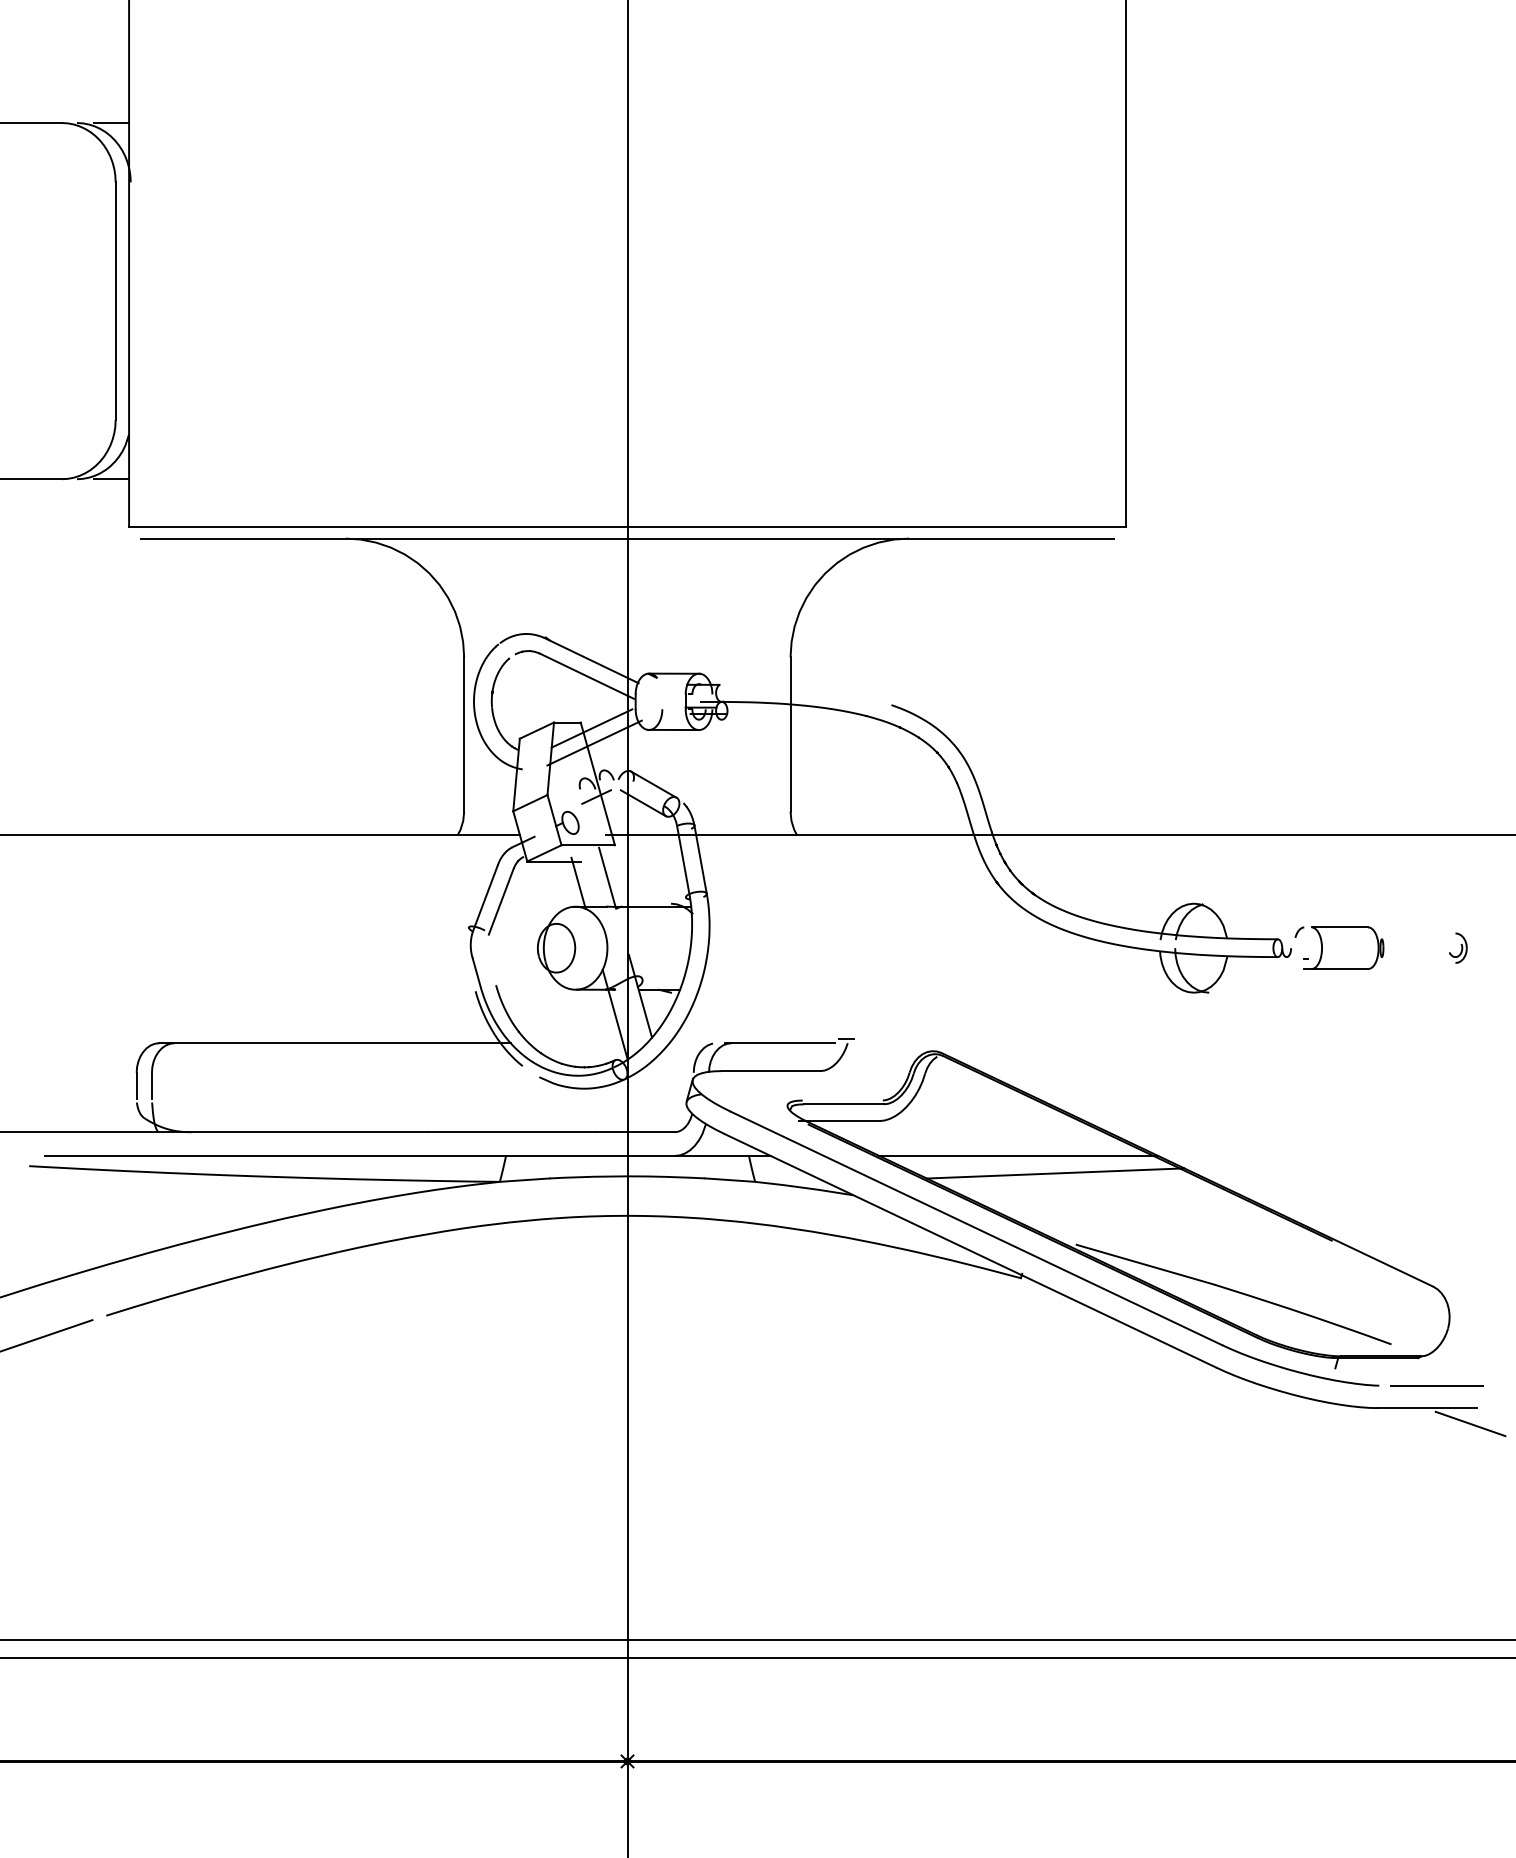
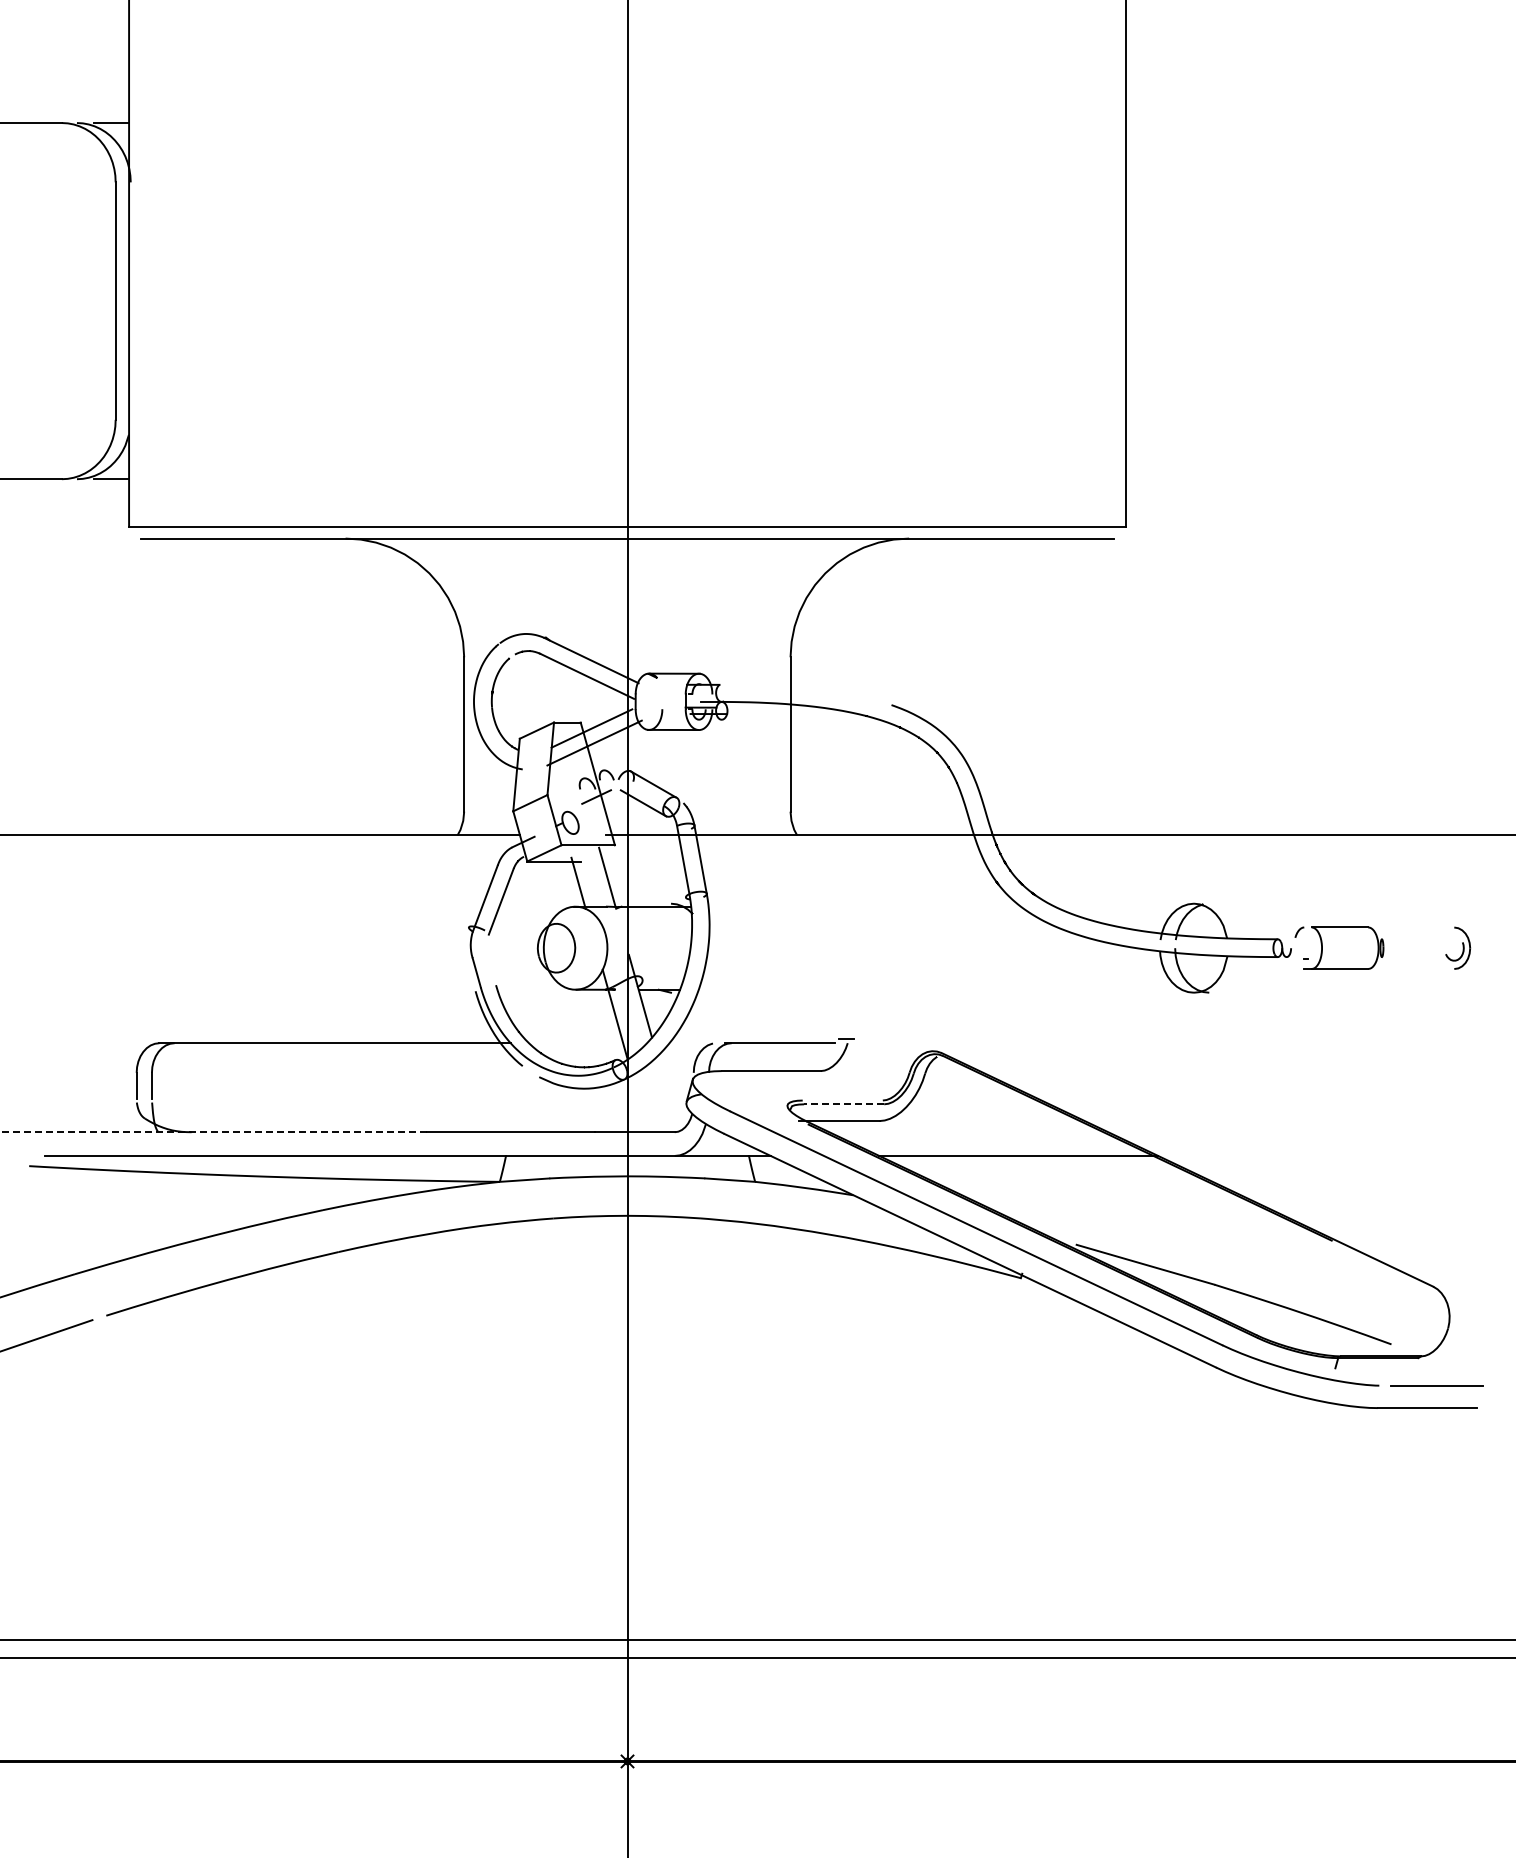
part at (1458, 947) size: 19x32 px -> 27x44 px
line at (843, 1104): solid -> dashed
line at (213, 1132): solid -> dashed
line at (1055, 1173): present -> none
line at (1470, 1423): present -> none
